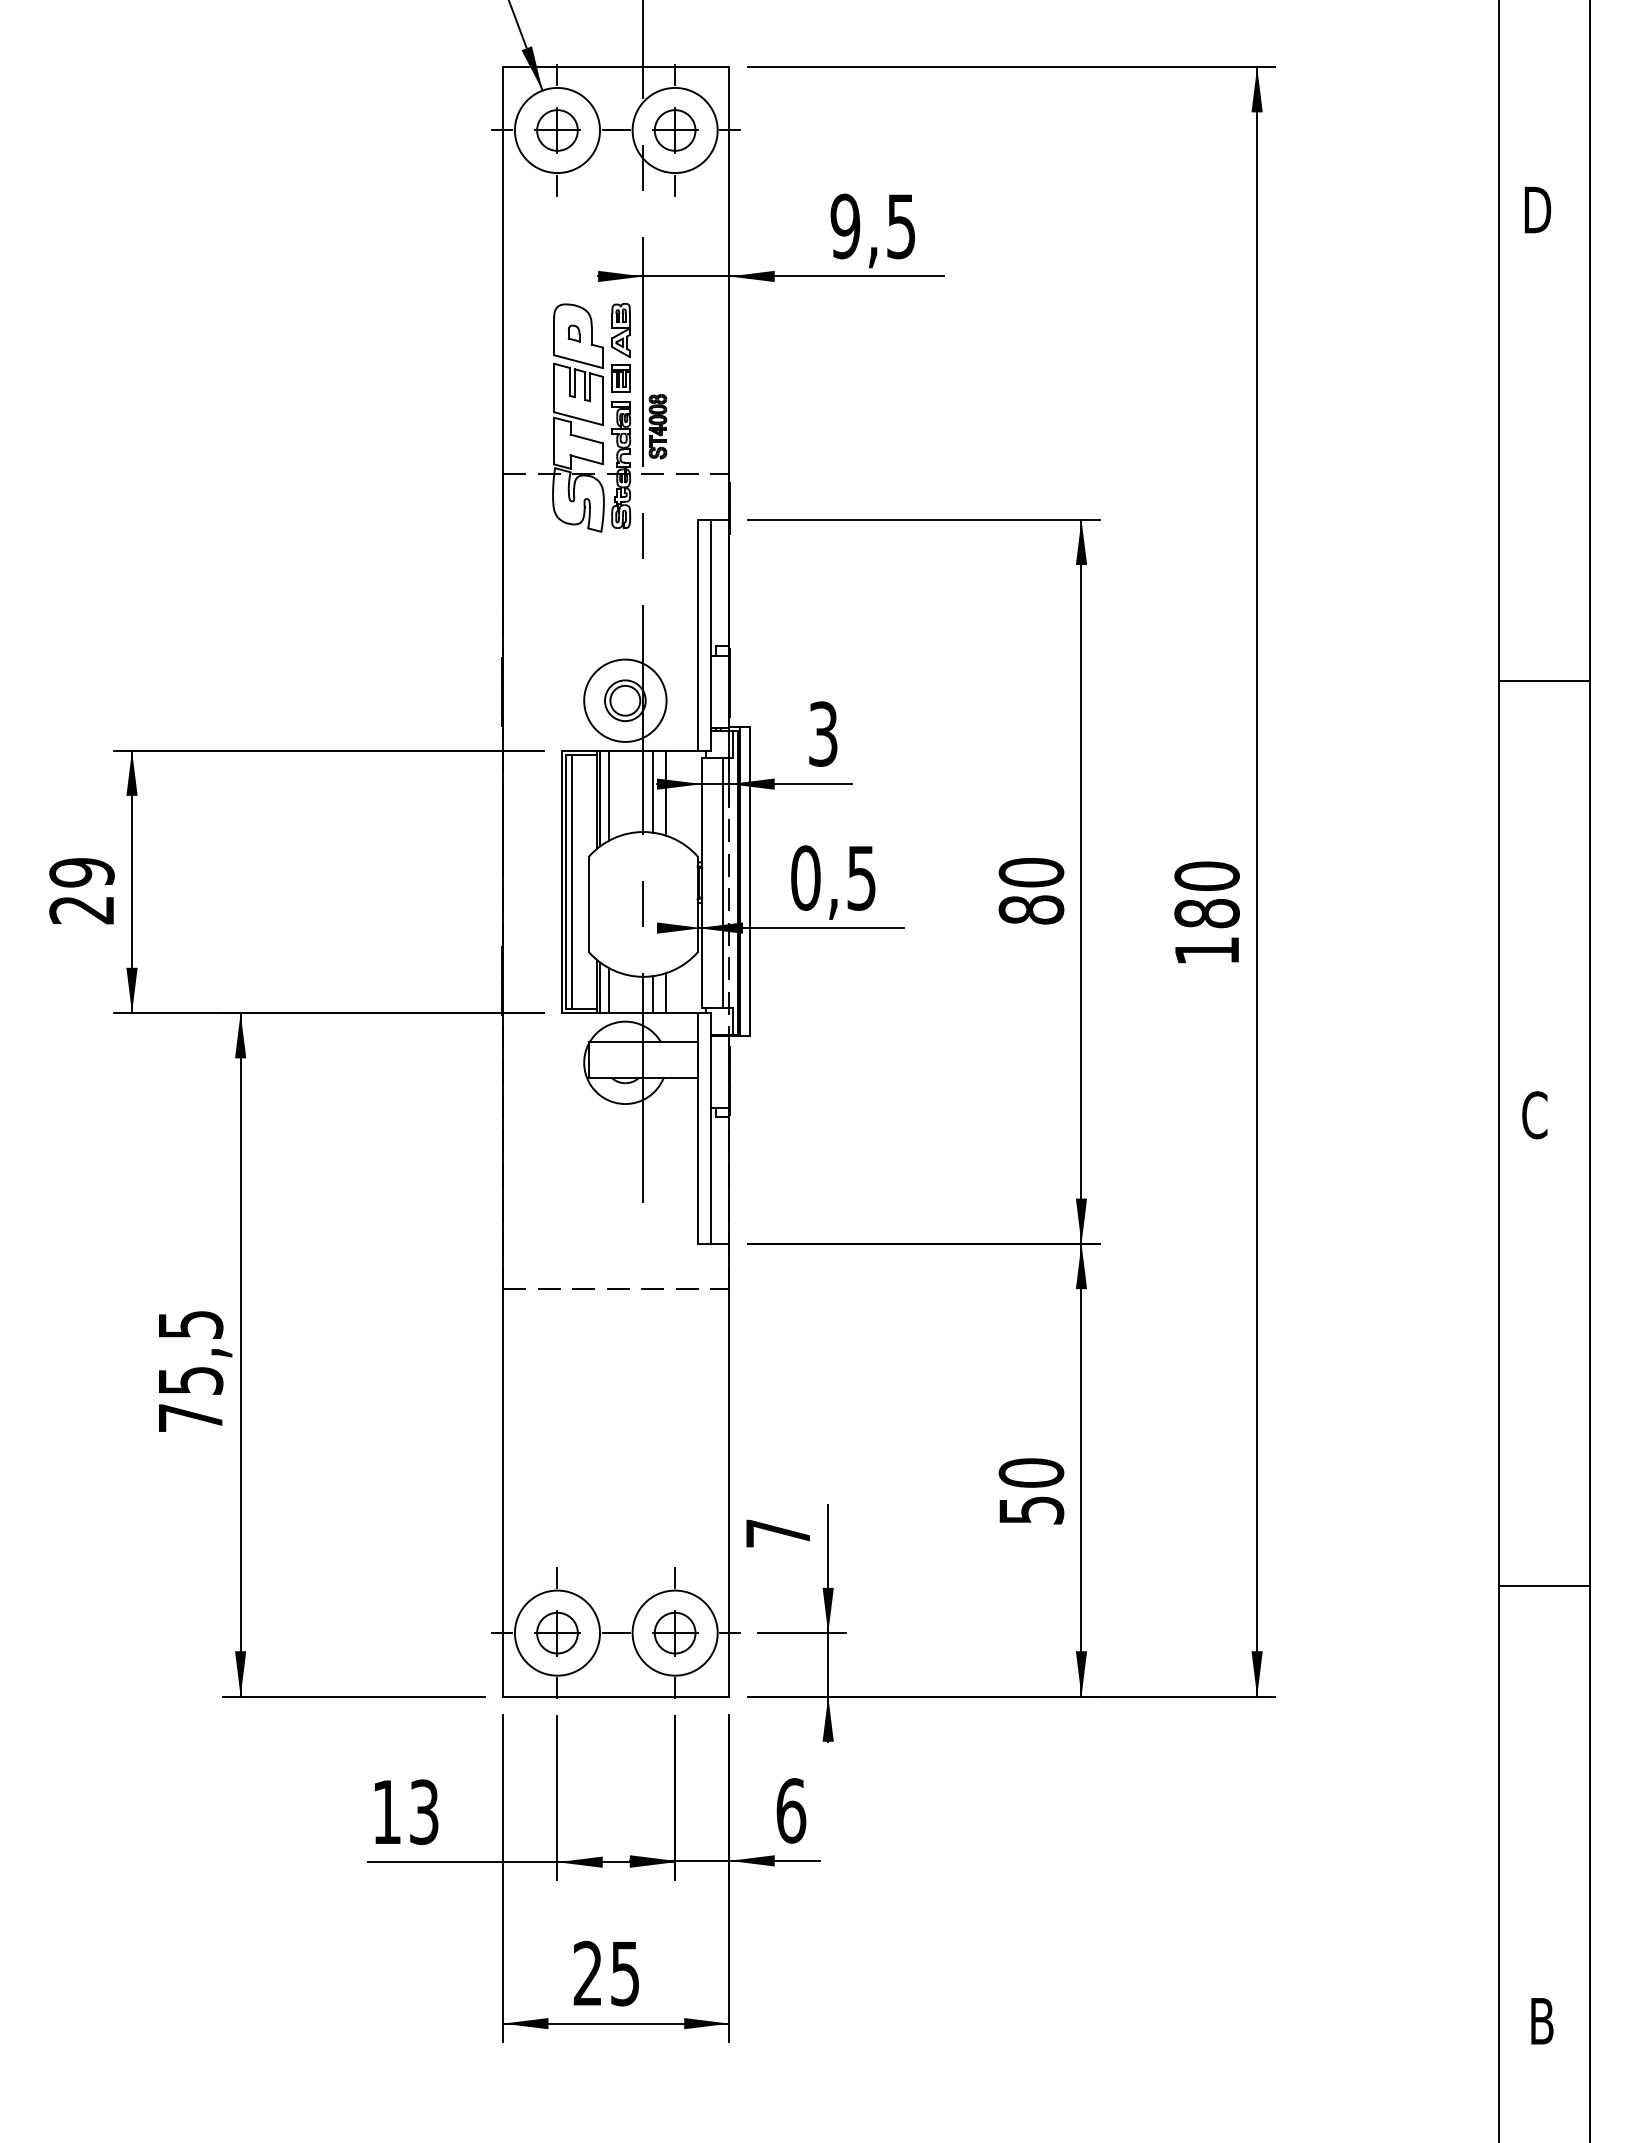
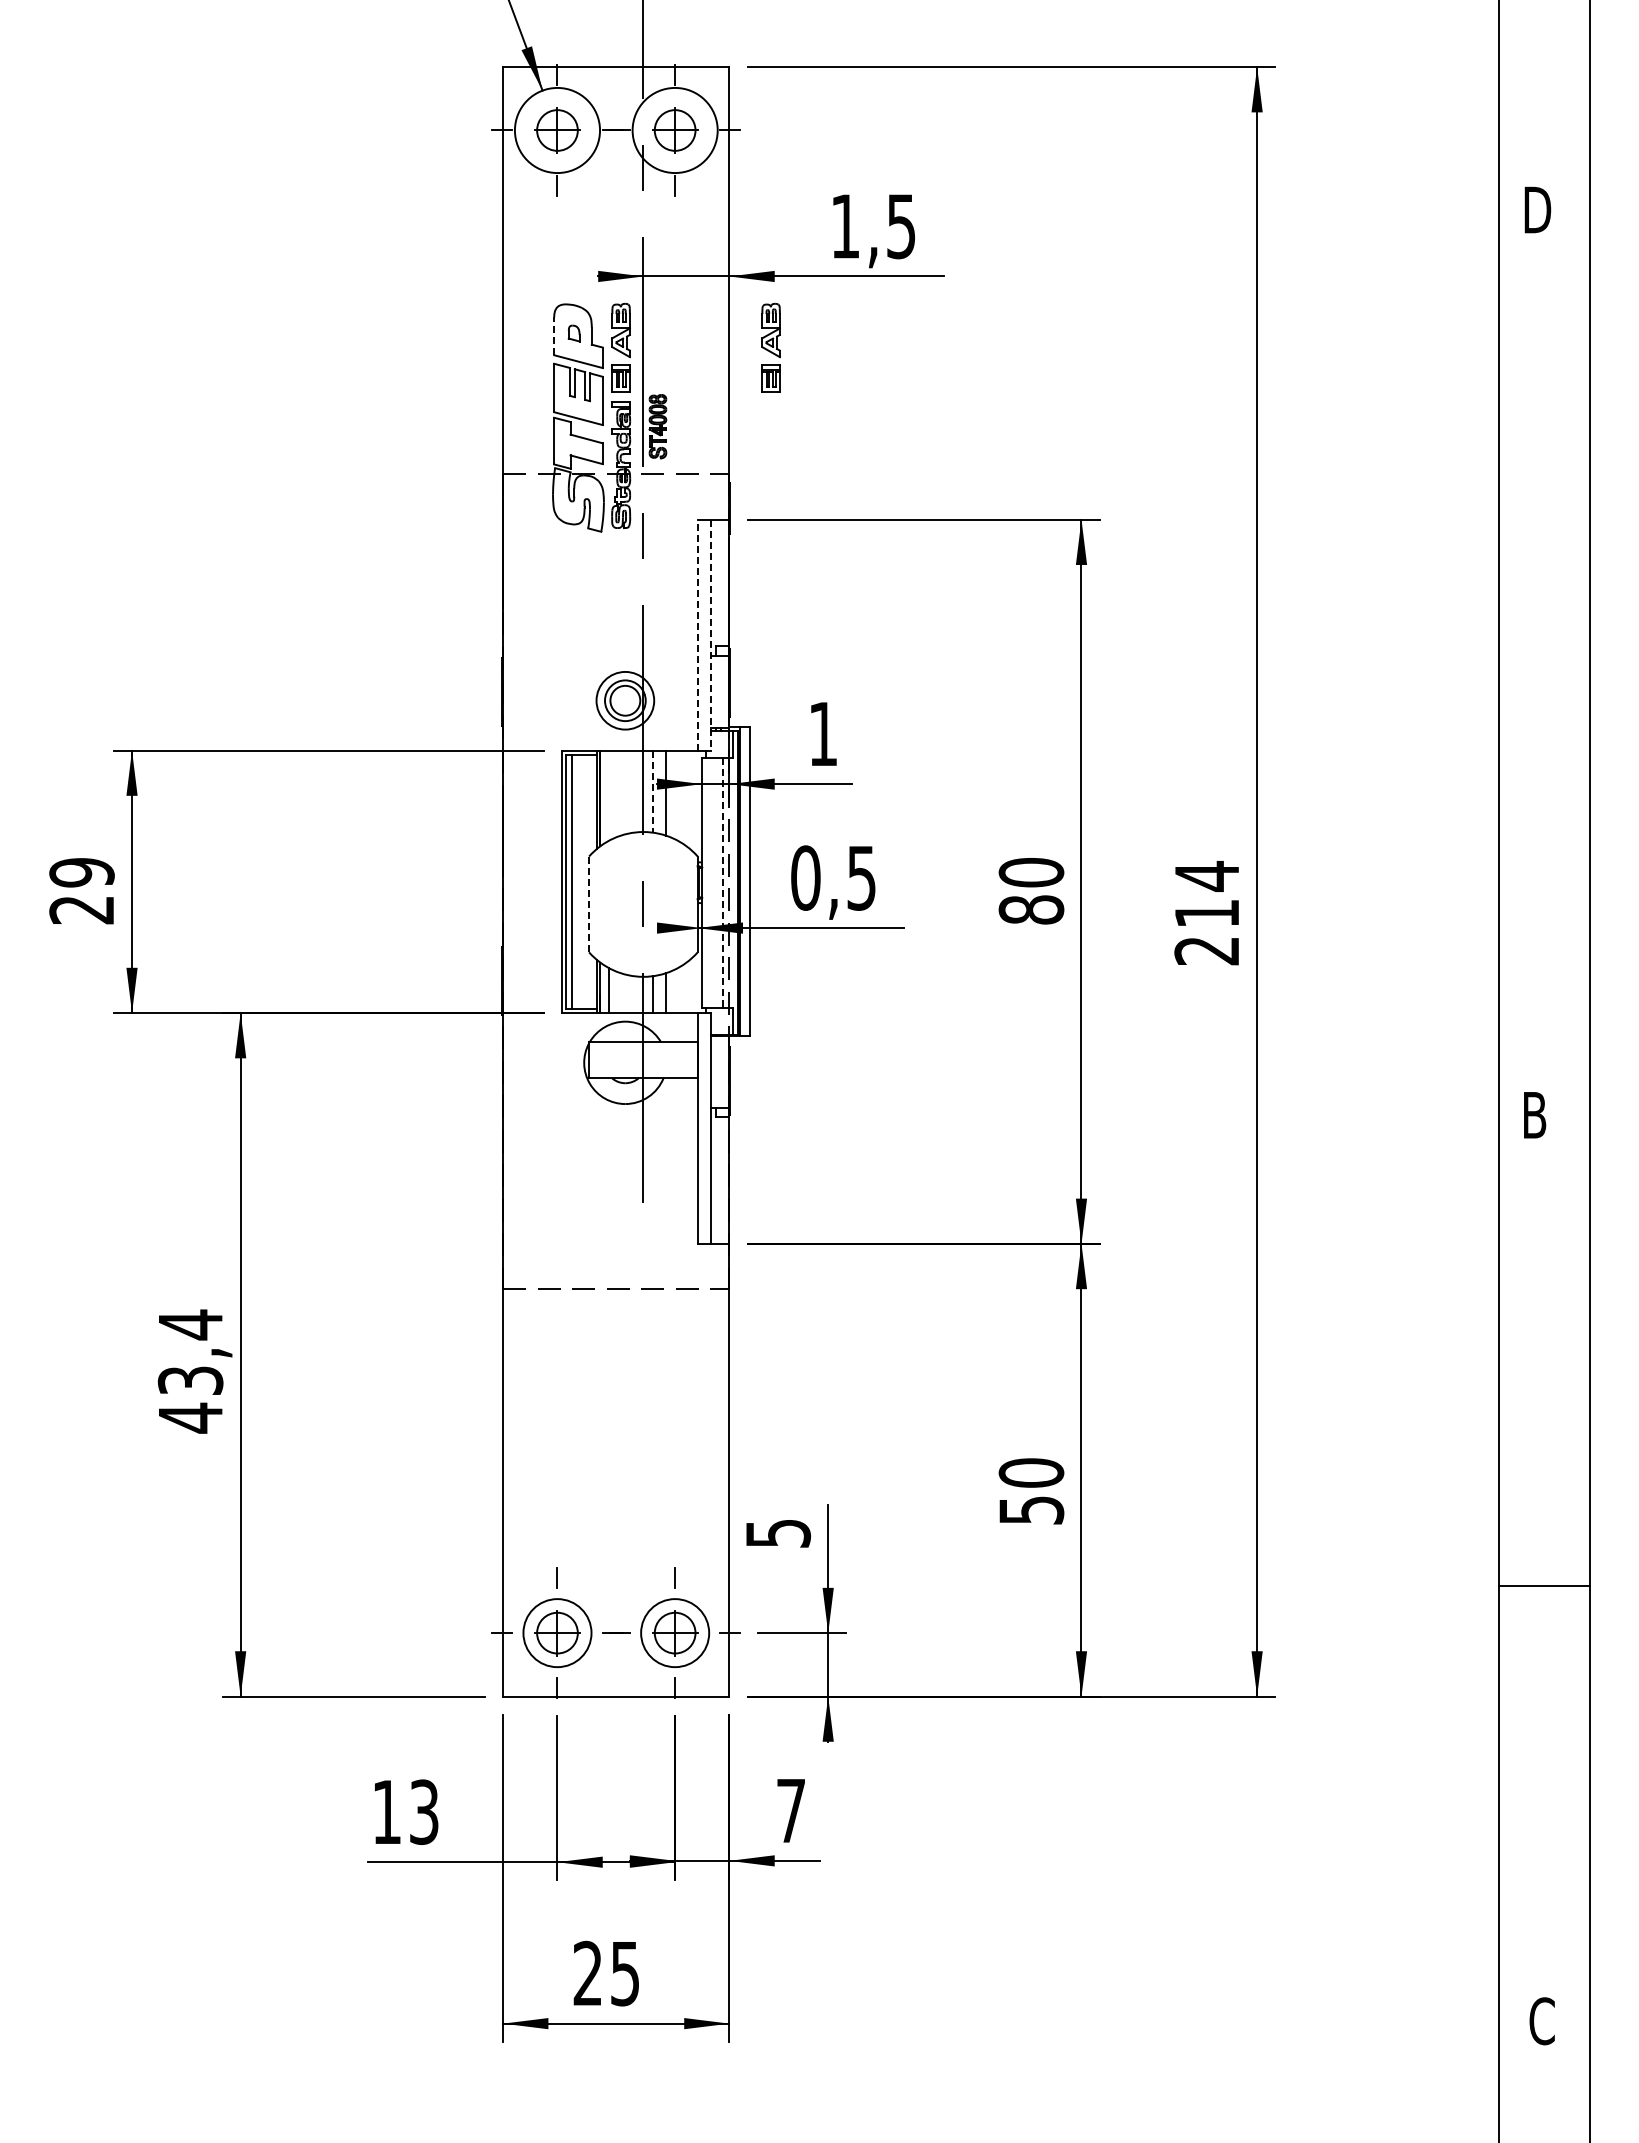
text at (845, 226): 9,5 -> 1,5
line at (554, 336): solid -> dashed
part at (770, 347): none -> present
line at (697, 634): solid -> dashed
line at (711, 635): solid -> dashed
line at (1544, 681): present -> none
circle at (625, 700) diameter: 82 px -> 58 px
text at (823, 733): 3 -> 1
line at (652, 792): solid -> dashed
line at (609, 795): present -> none
line at (723, 882): solid -> dashed
line at (589, 904): solid -> dashed
text at (1206, 913): 180 -> 214
text at (1534, 1115): C -> B
text at (190, 1371): 75,5 -> 43,4
text at (778, 1533): 7 -> 5
circle at (557, 1632) diameter: 85 px -> 68 px
circle at (674, 1632) diameter: 85 px -> 68 px
text at (791, 1810): 6 -> 7
text at (1541, 2021): B -> C
